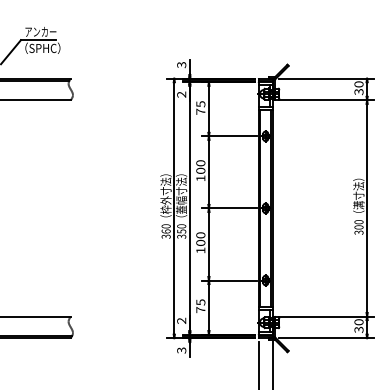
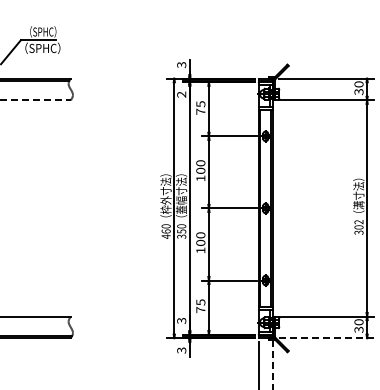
text at (40, 31): アンカー -> （SPHC）
line at (35, 100): solid -> dashed
text at (358, 222): 300 -> 302
text at (165, 236): 360 -> 460
text at (182, 320): 2 -> 3
line at (326, 338): solid -> dashed
line at (272, 364): solid -> dashed
